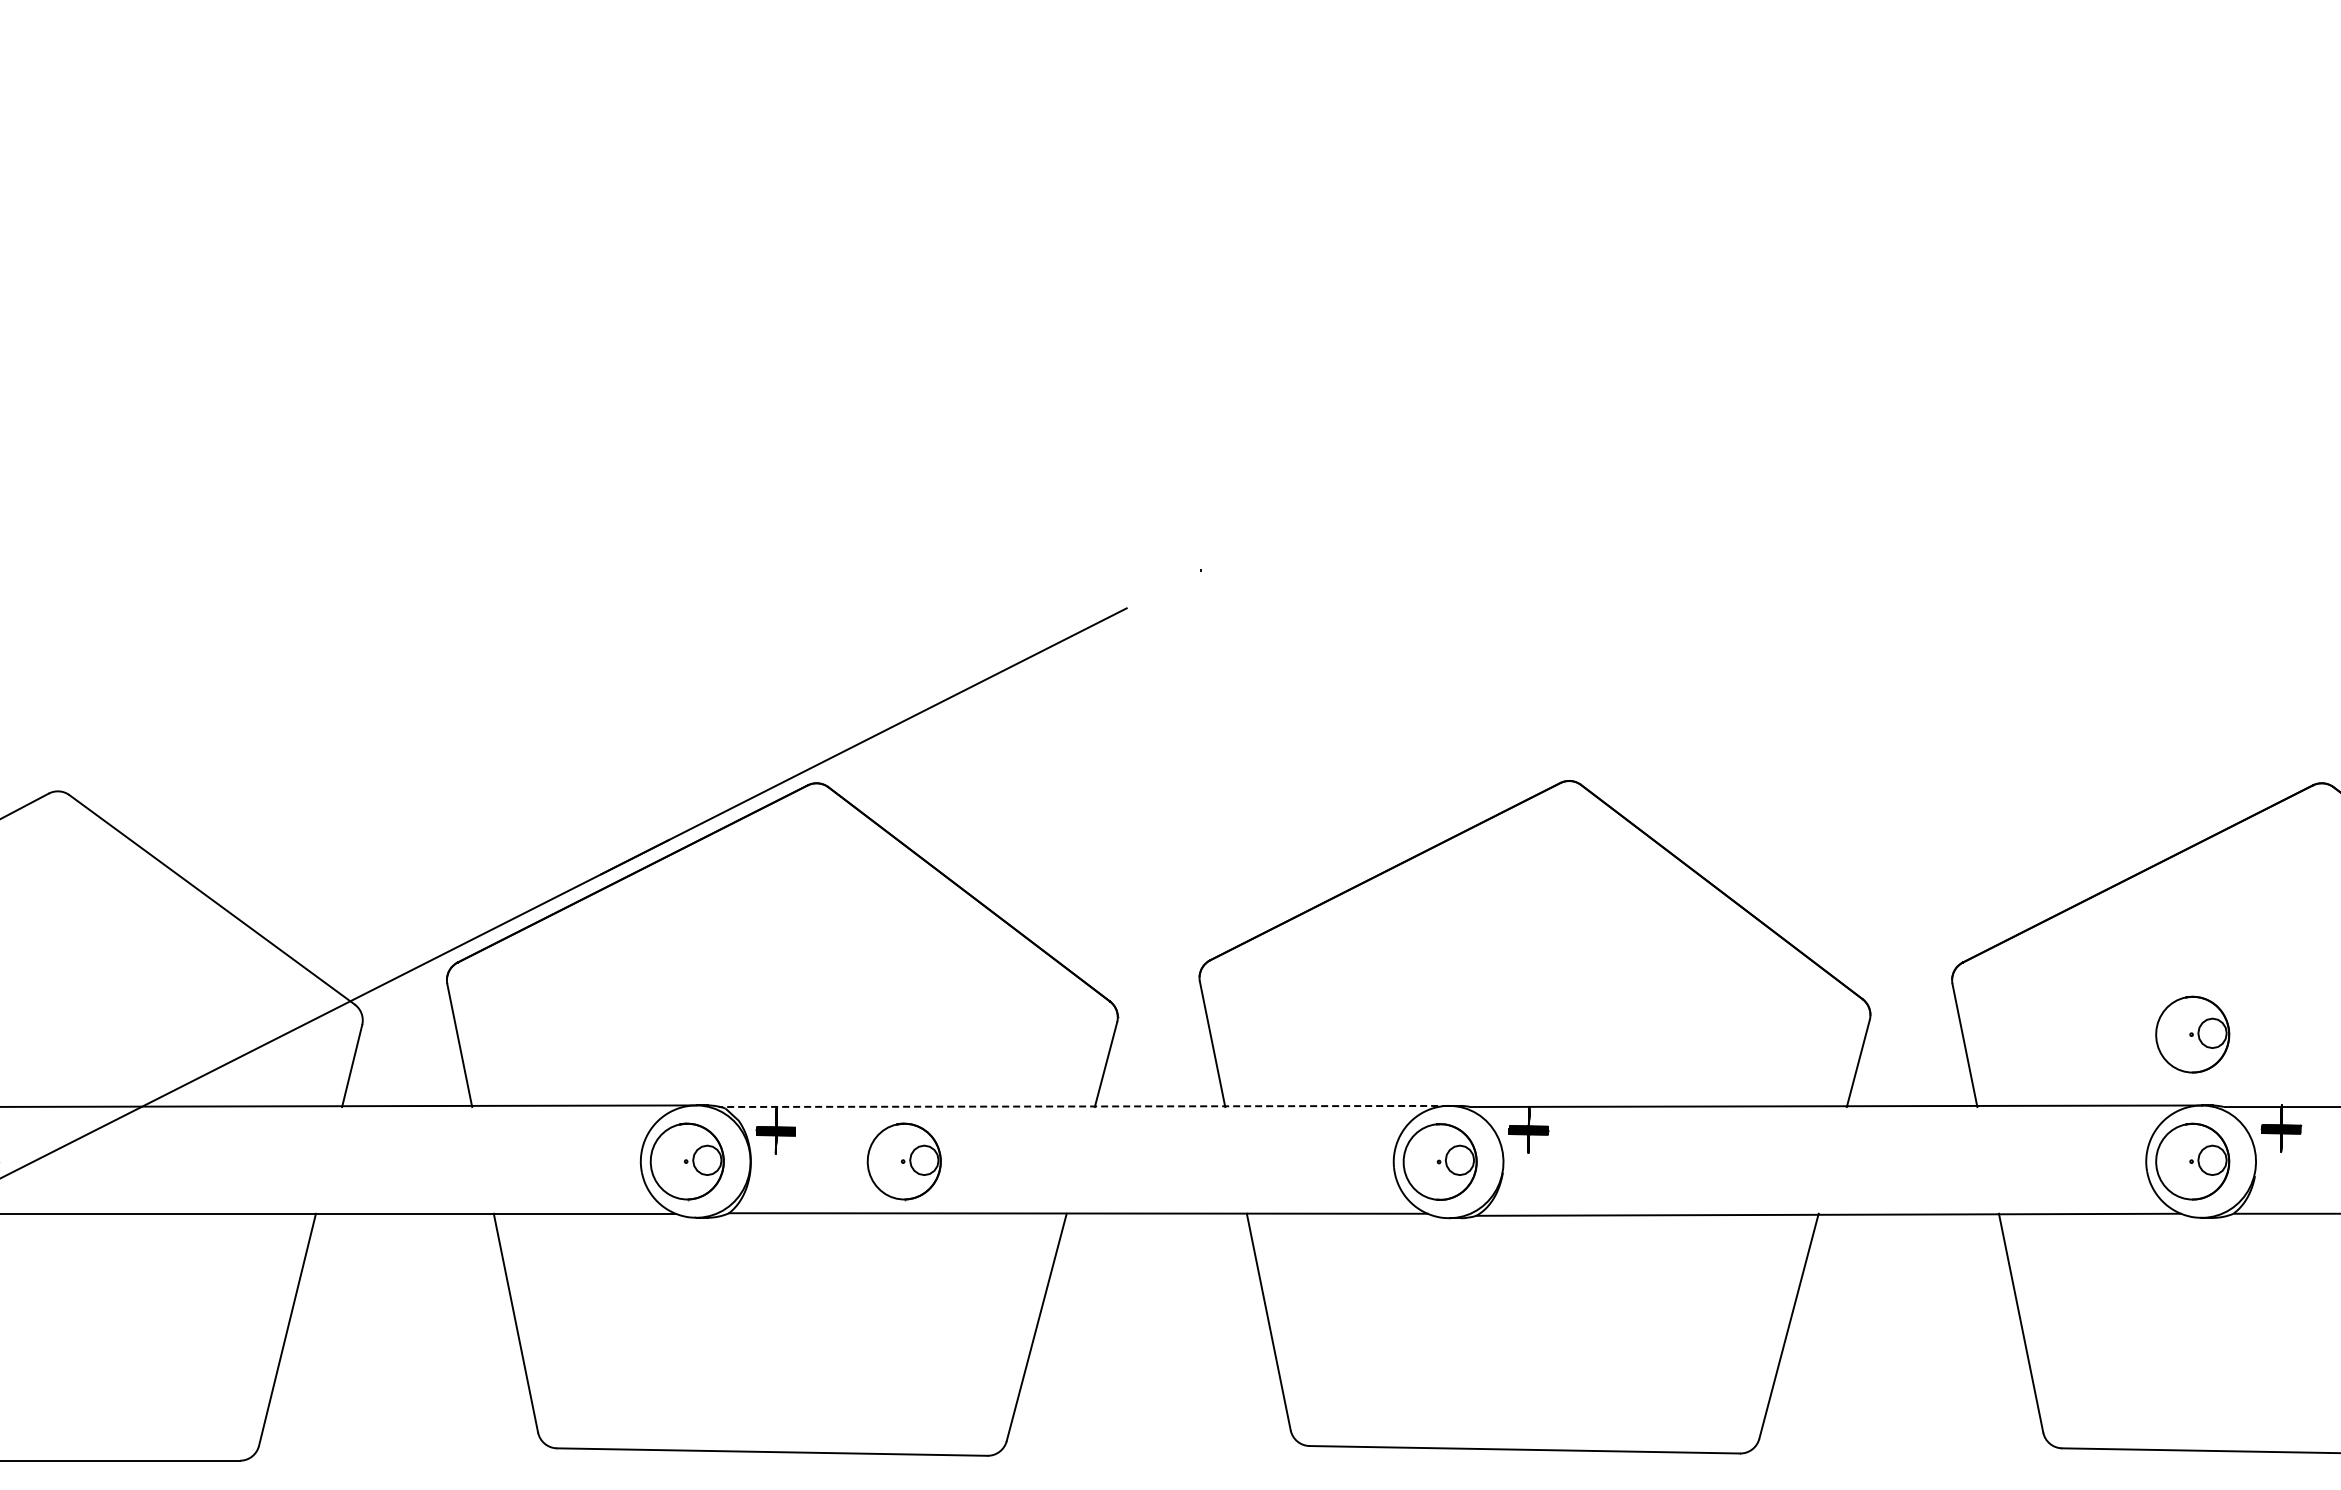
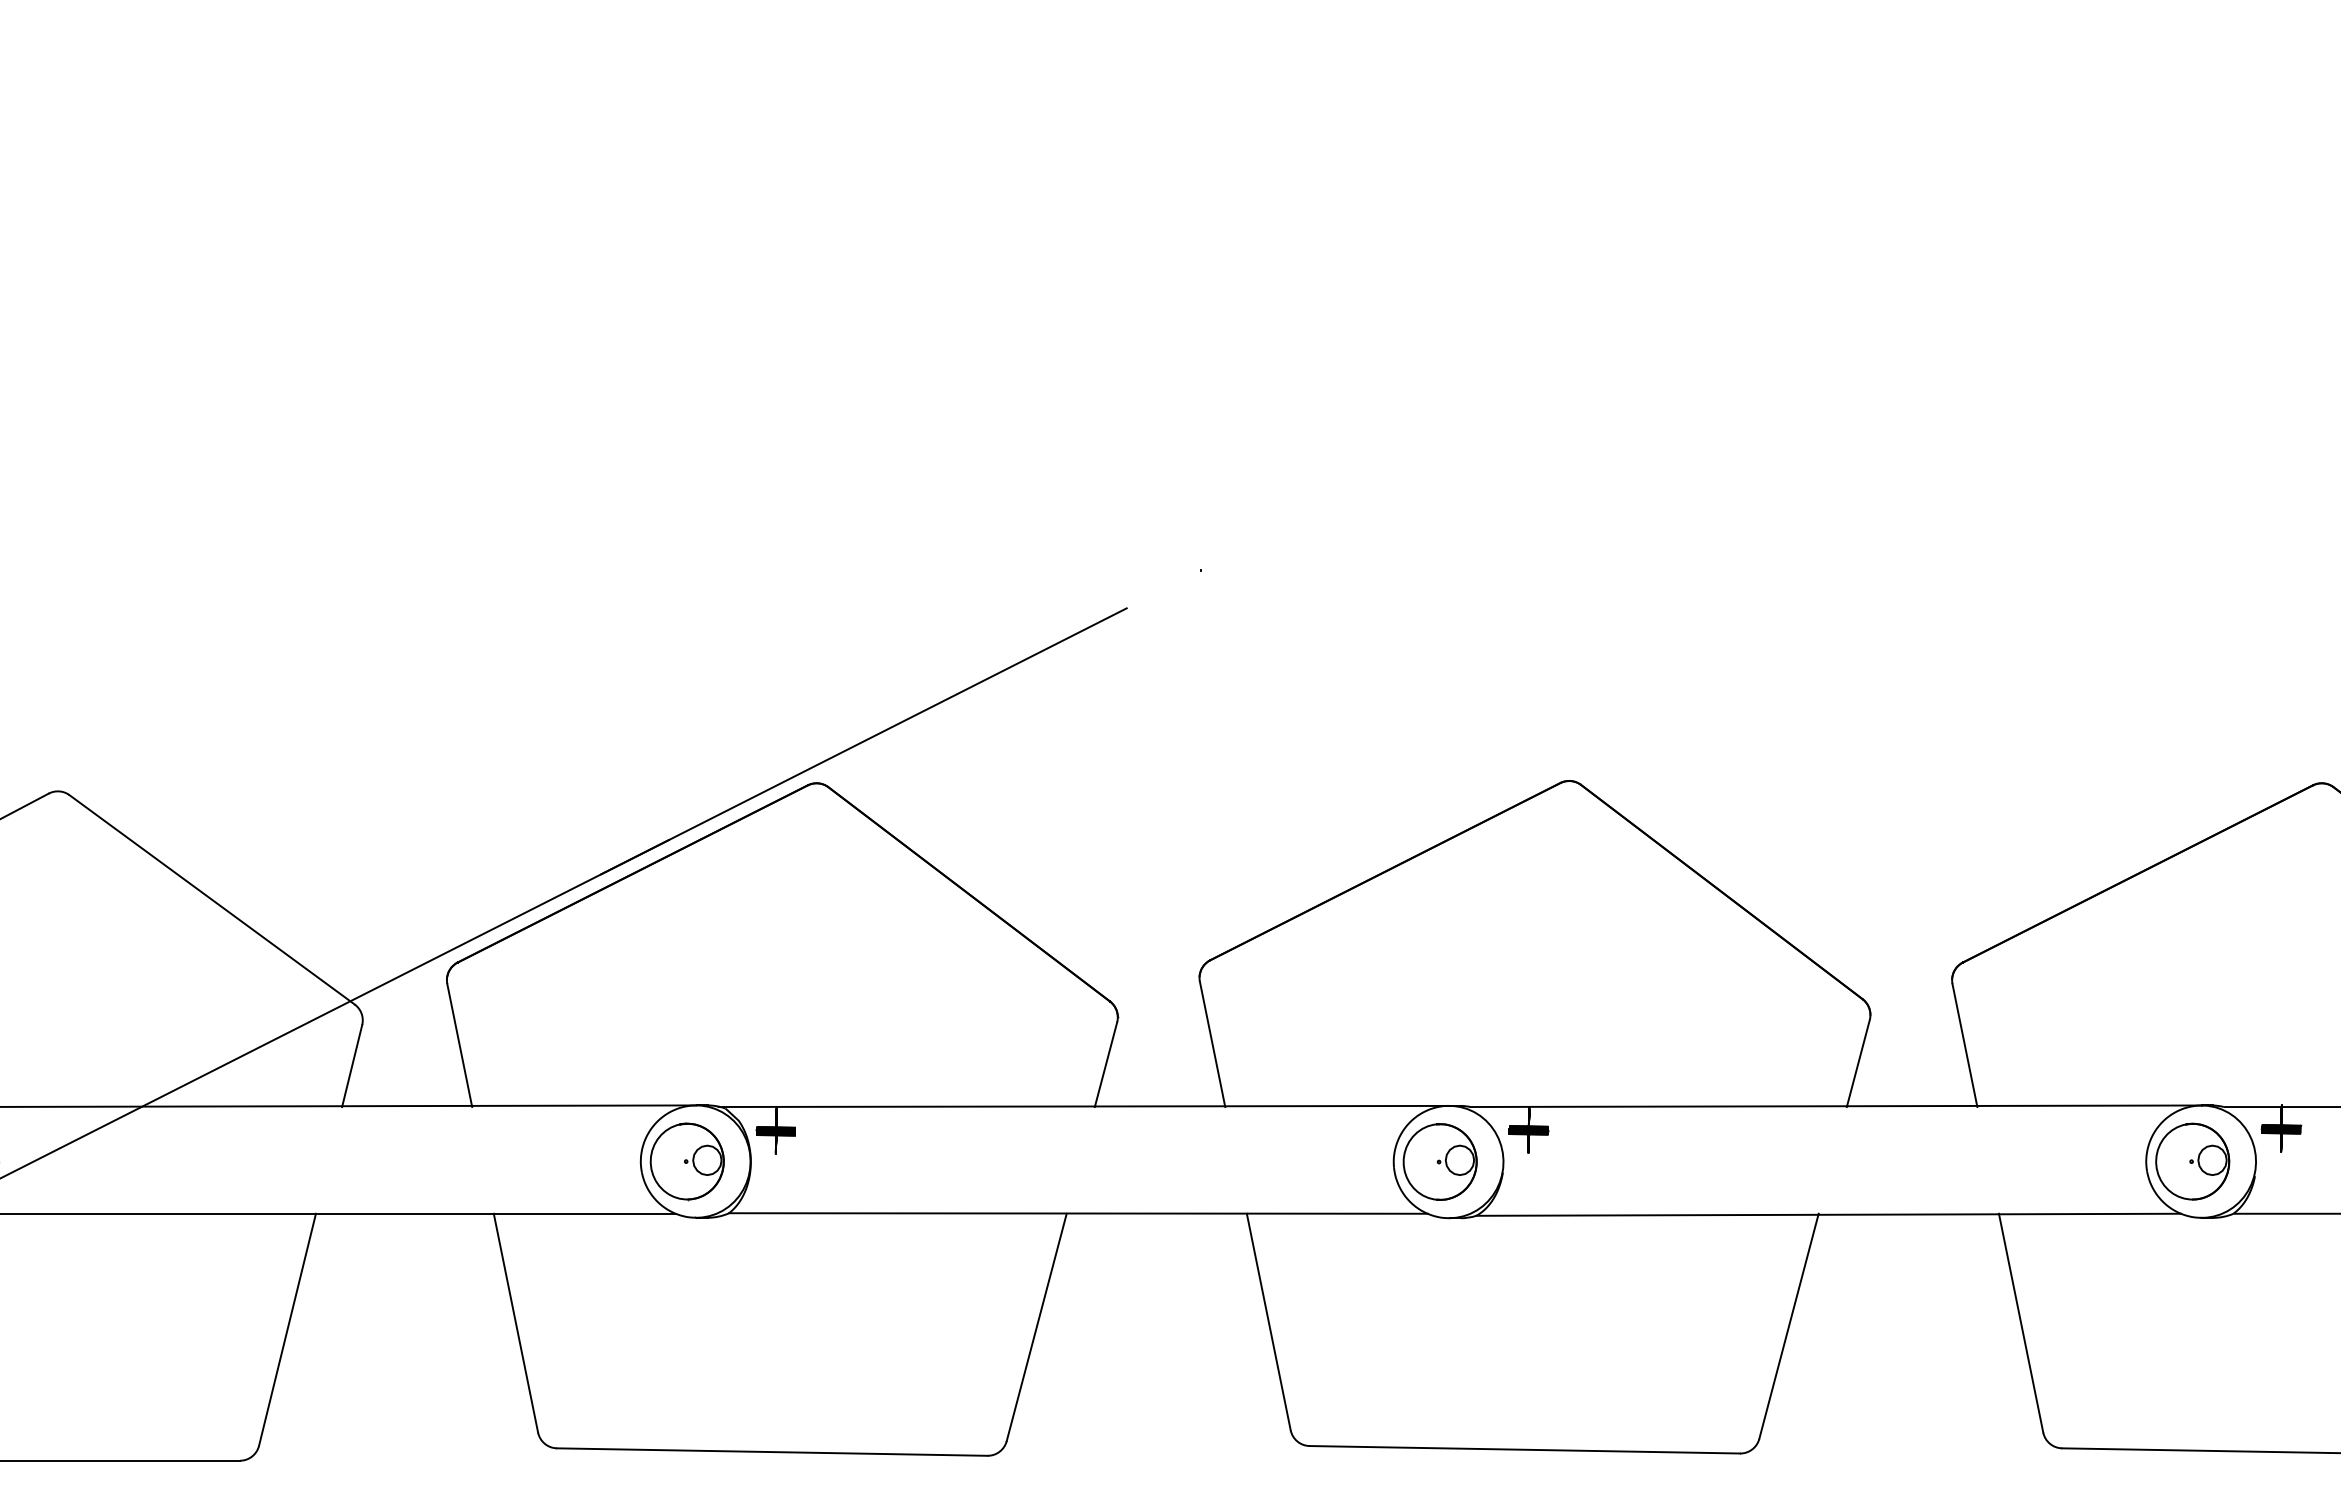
part at (2192, 1034): present -> none
line at (1083, 1106): dashed -> solid
part at (903, 1161): present -> none
